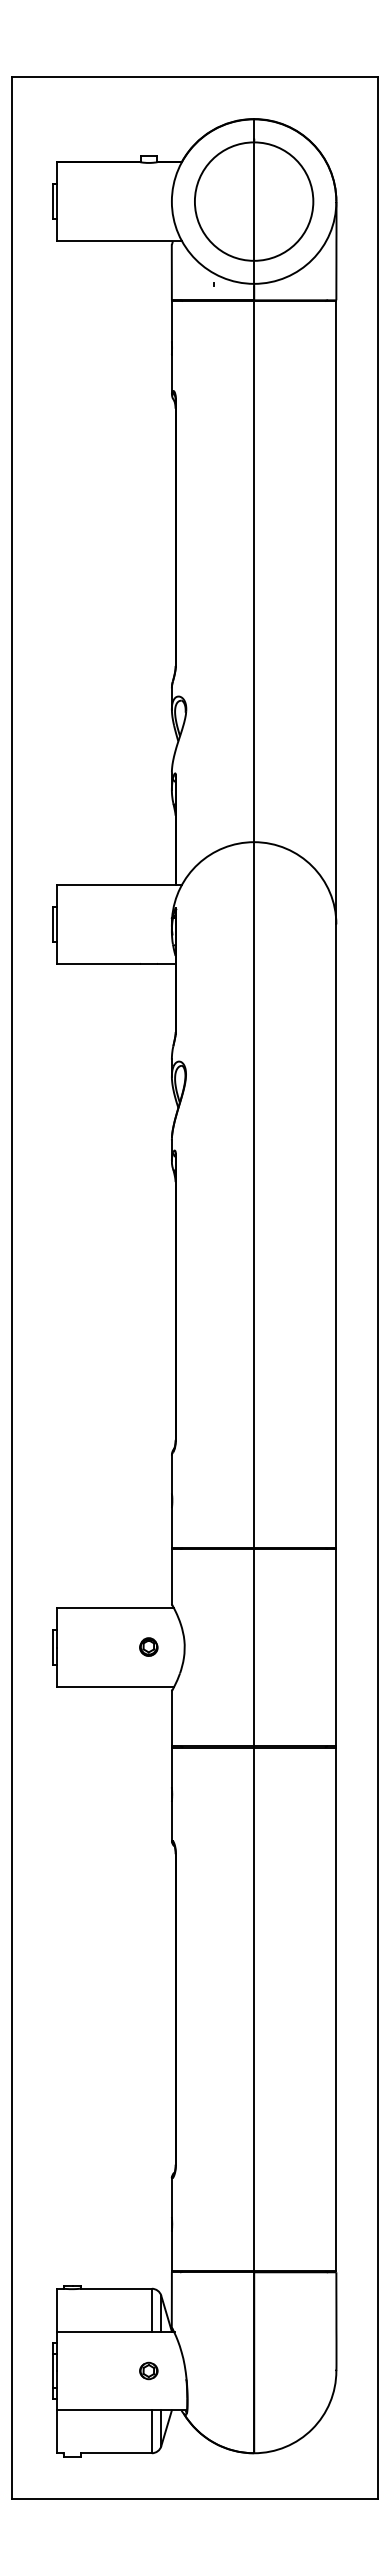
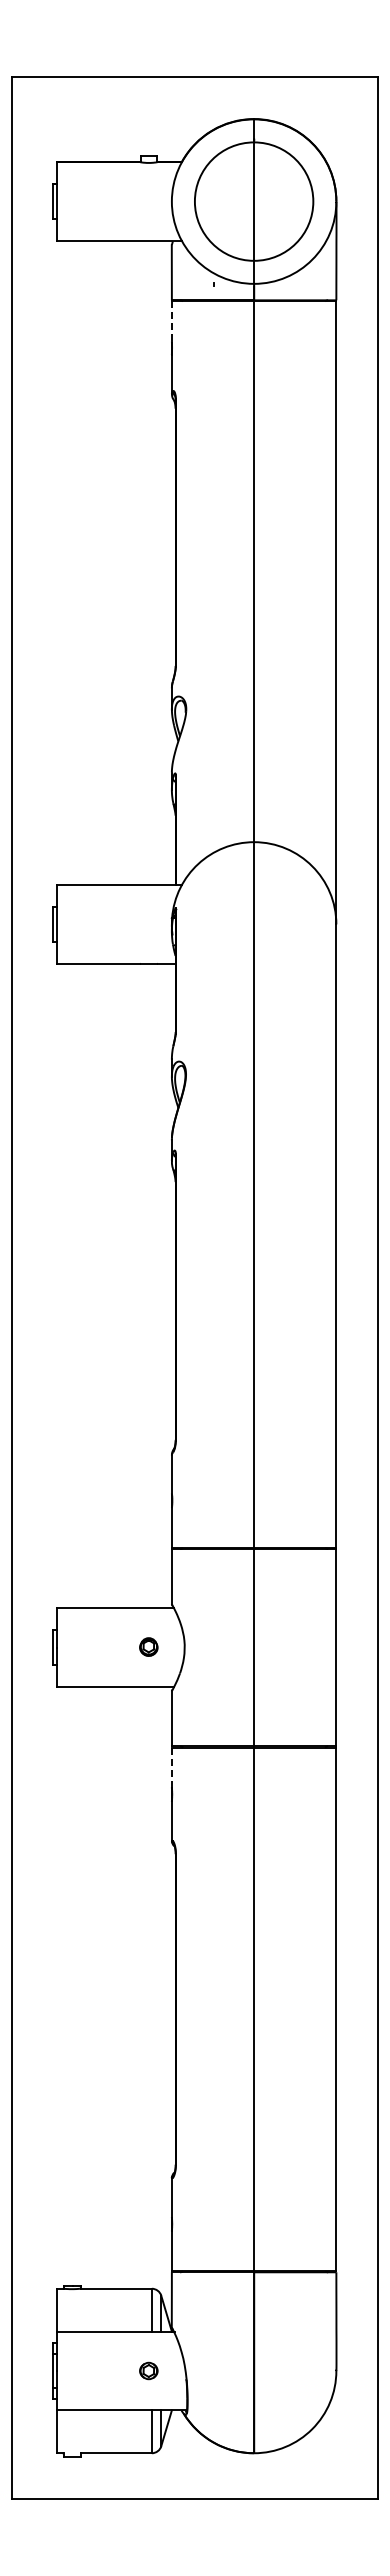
line at (171, 322): solid -> dashed
line at (171, 1768): solid -> dashed
